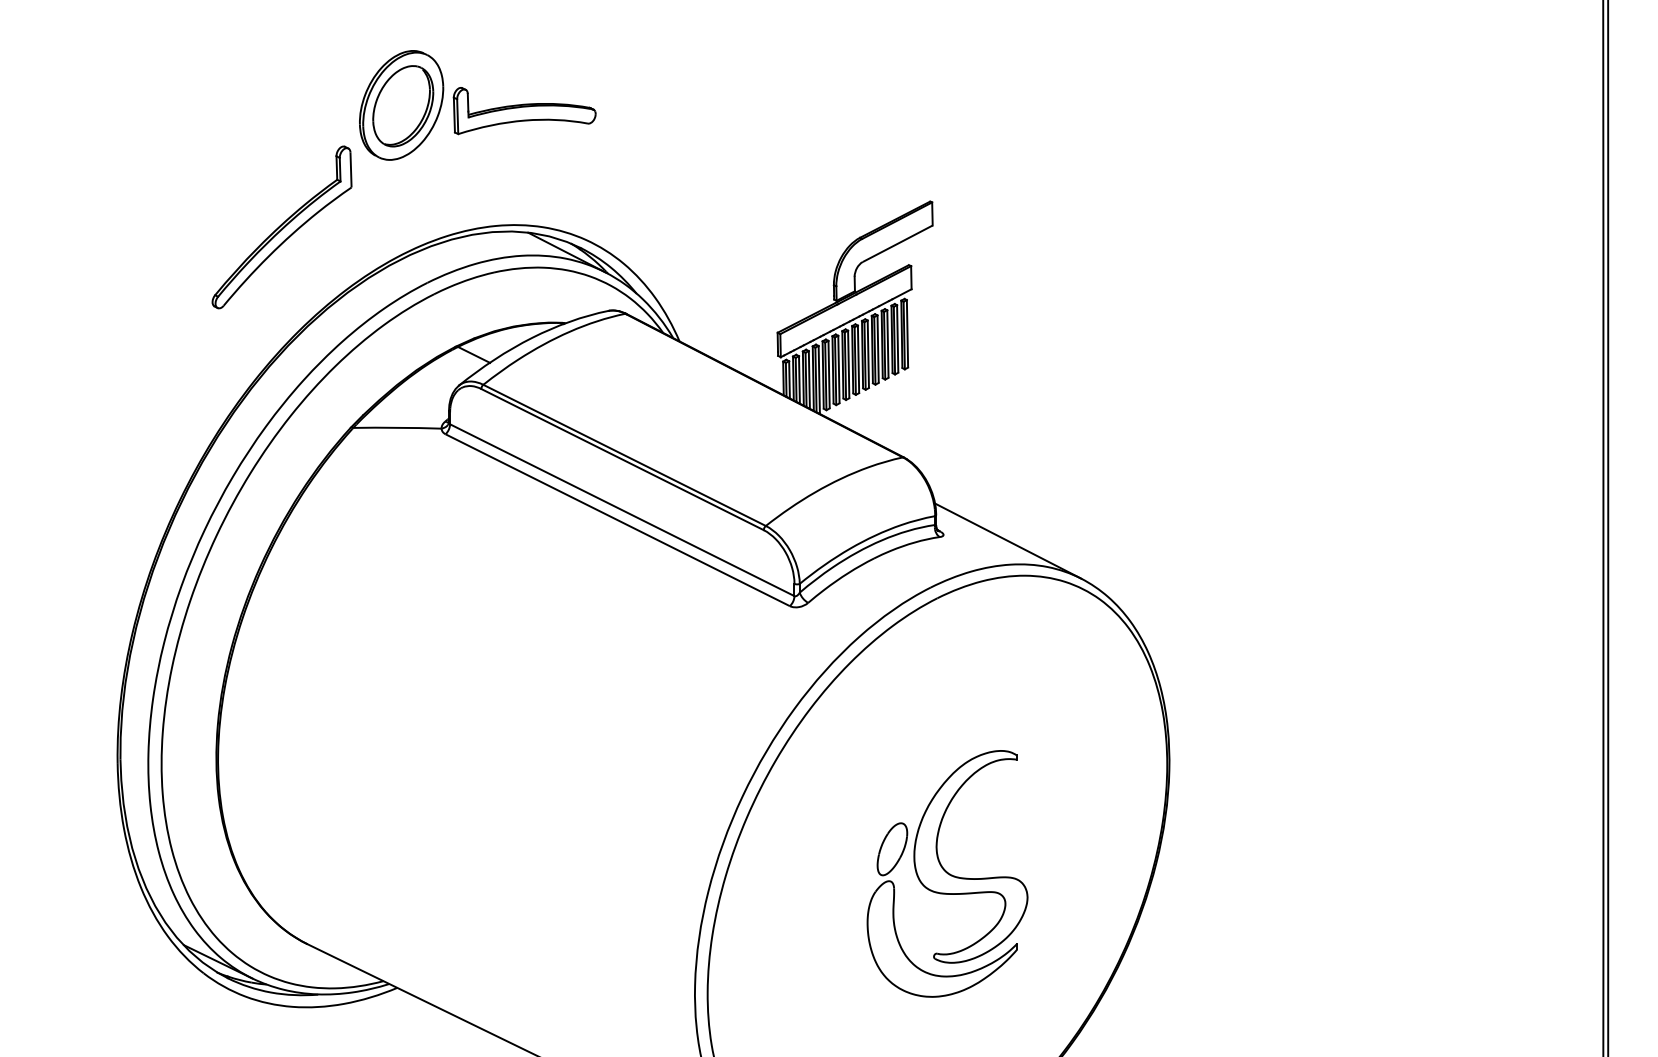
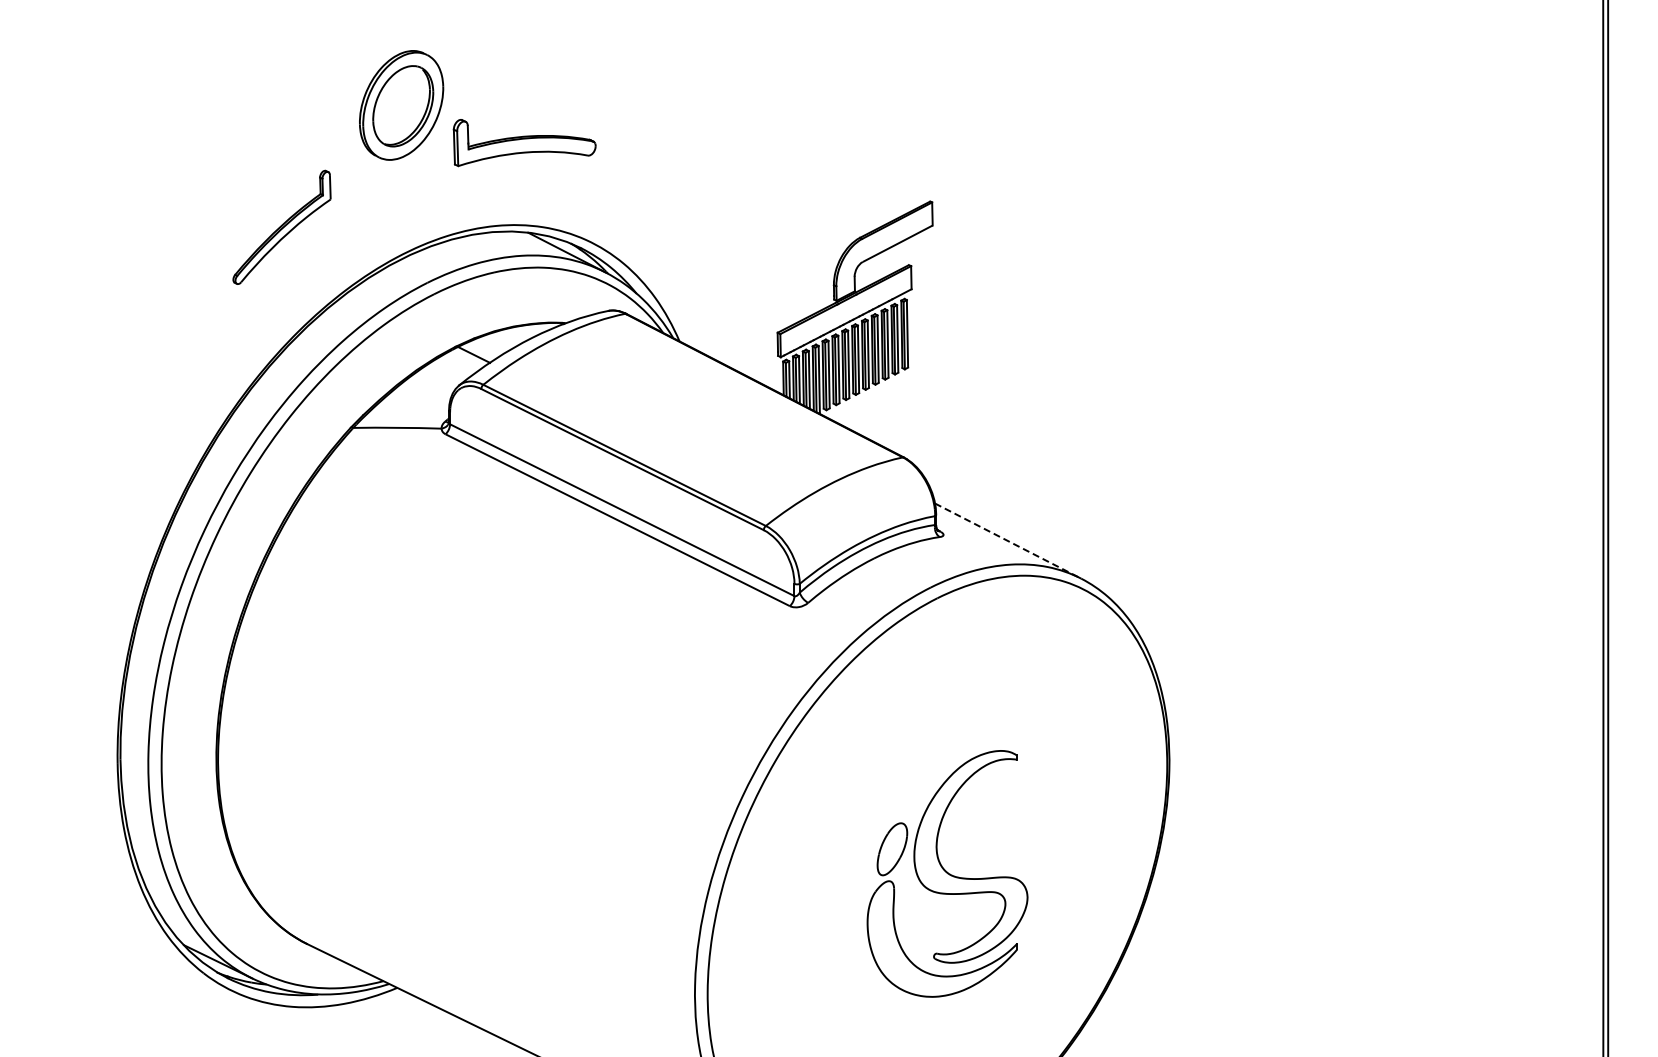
part at (524, 111) position: (524, 111) -> (524, 143)
part at (281, 227) size: 142x165 px -> 100x116 px
line at (1008, 541): solid -> dashed
